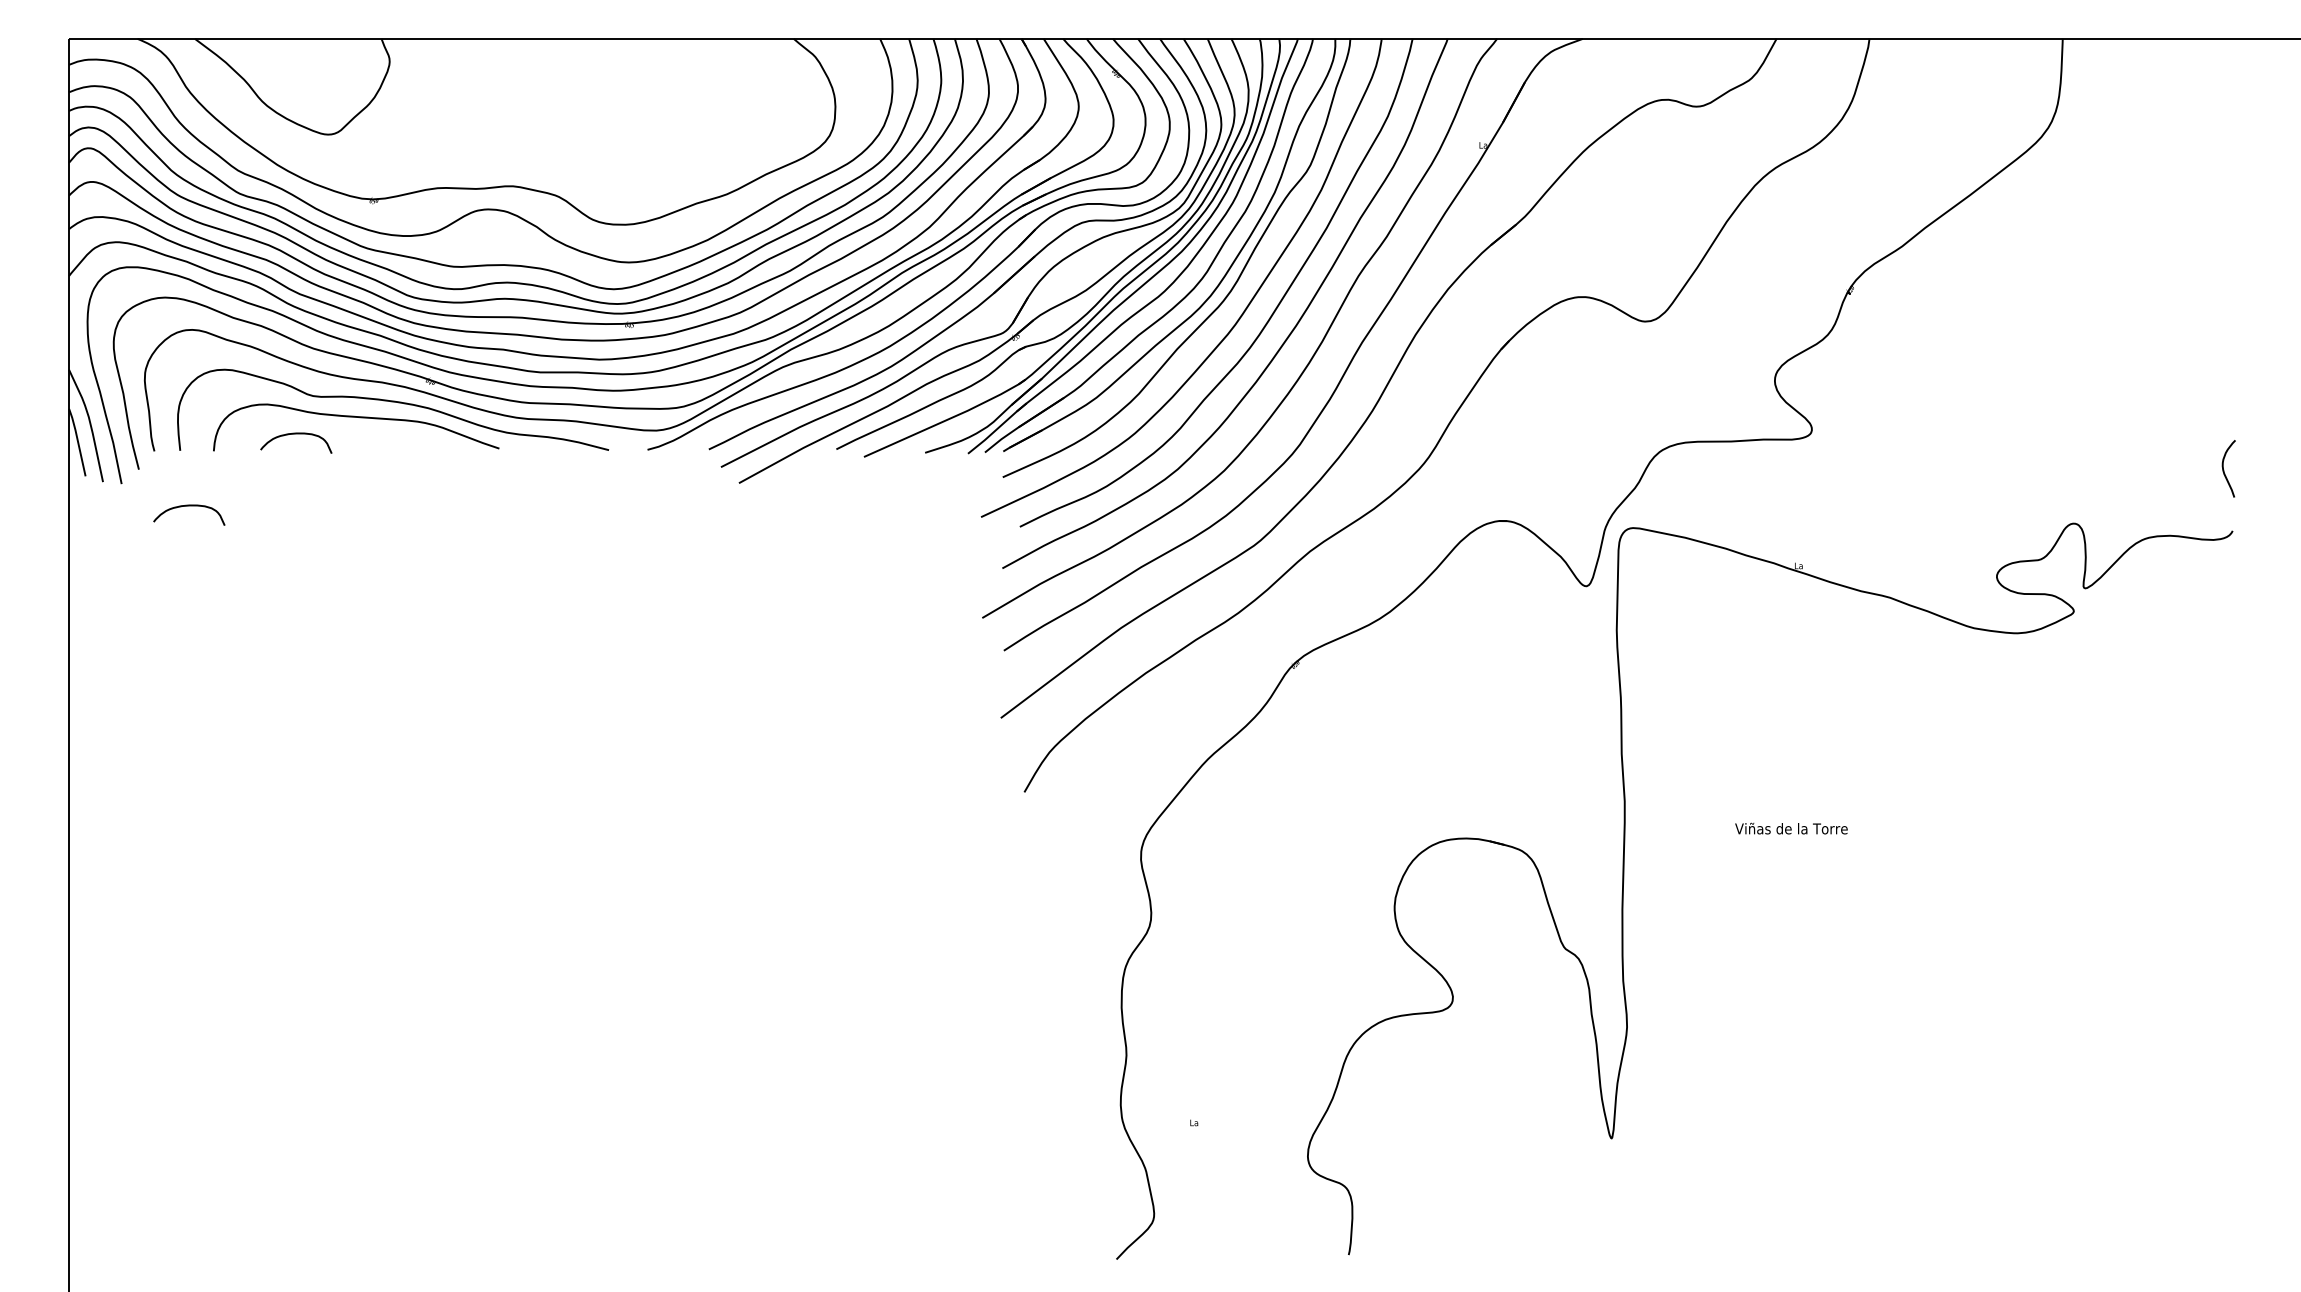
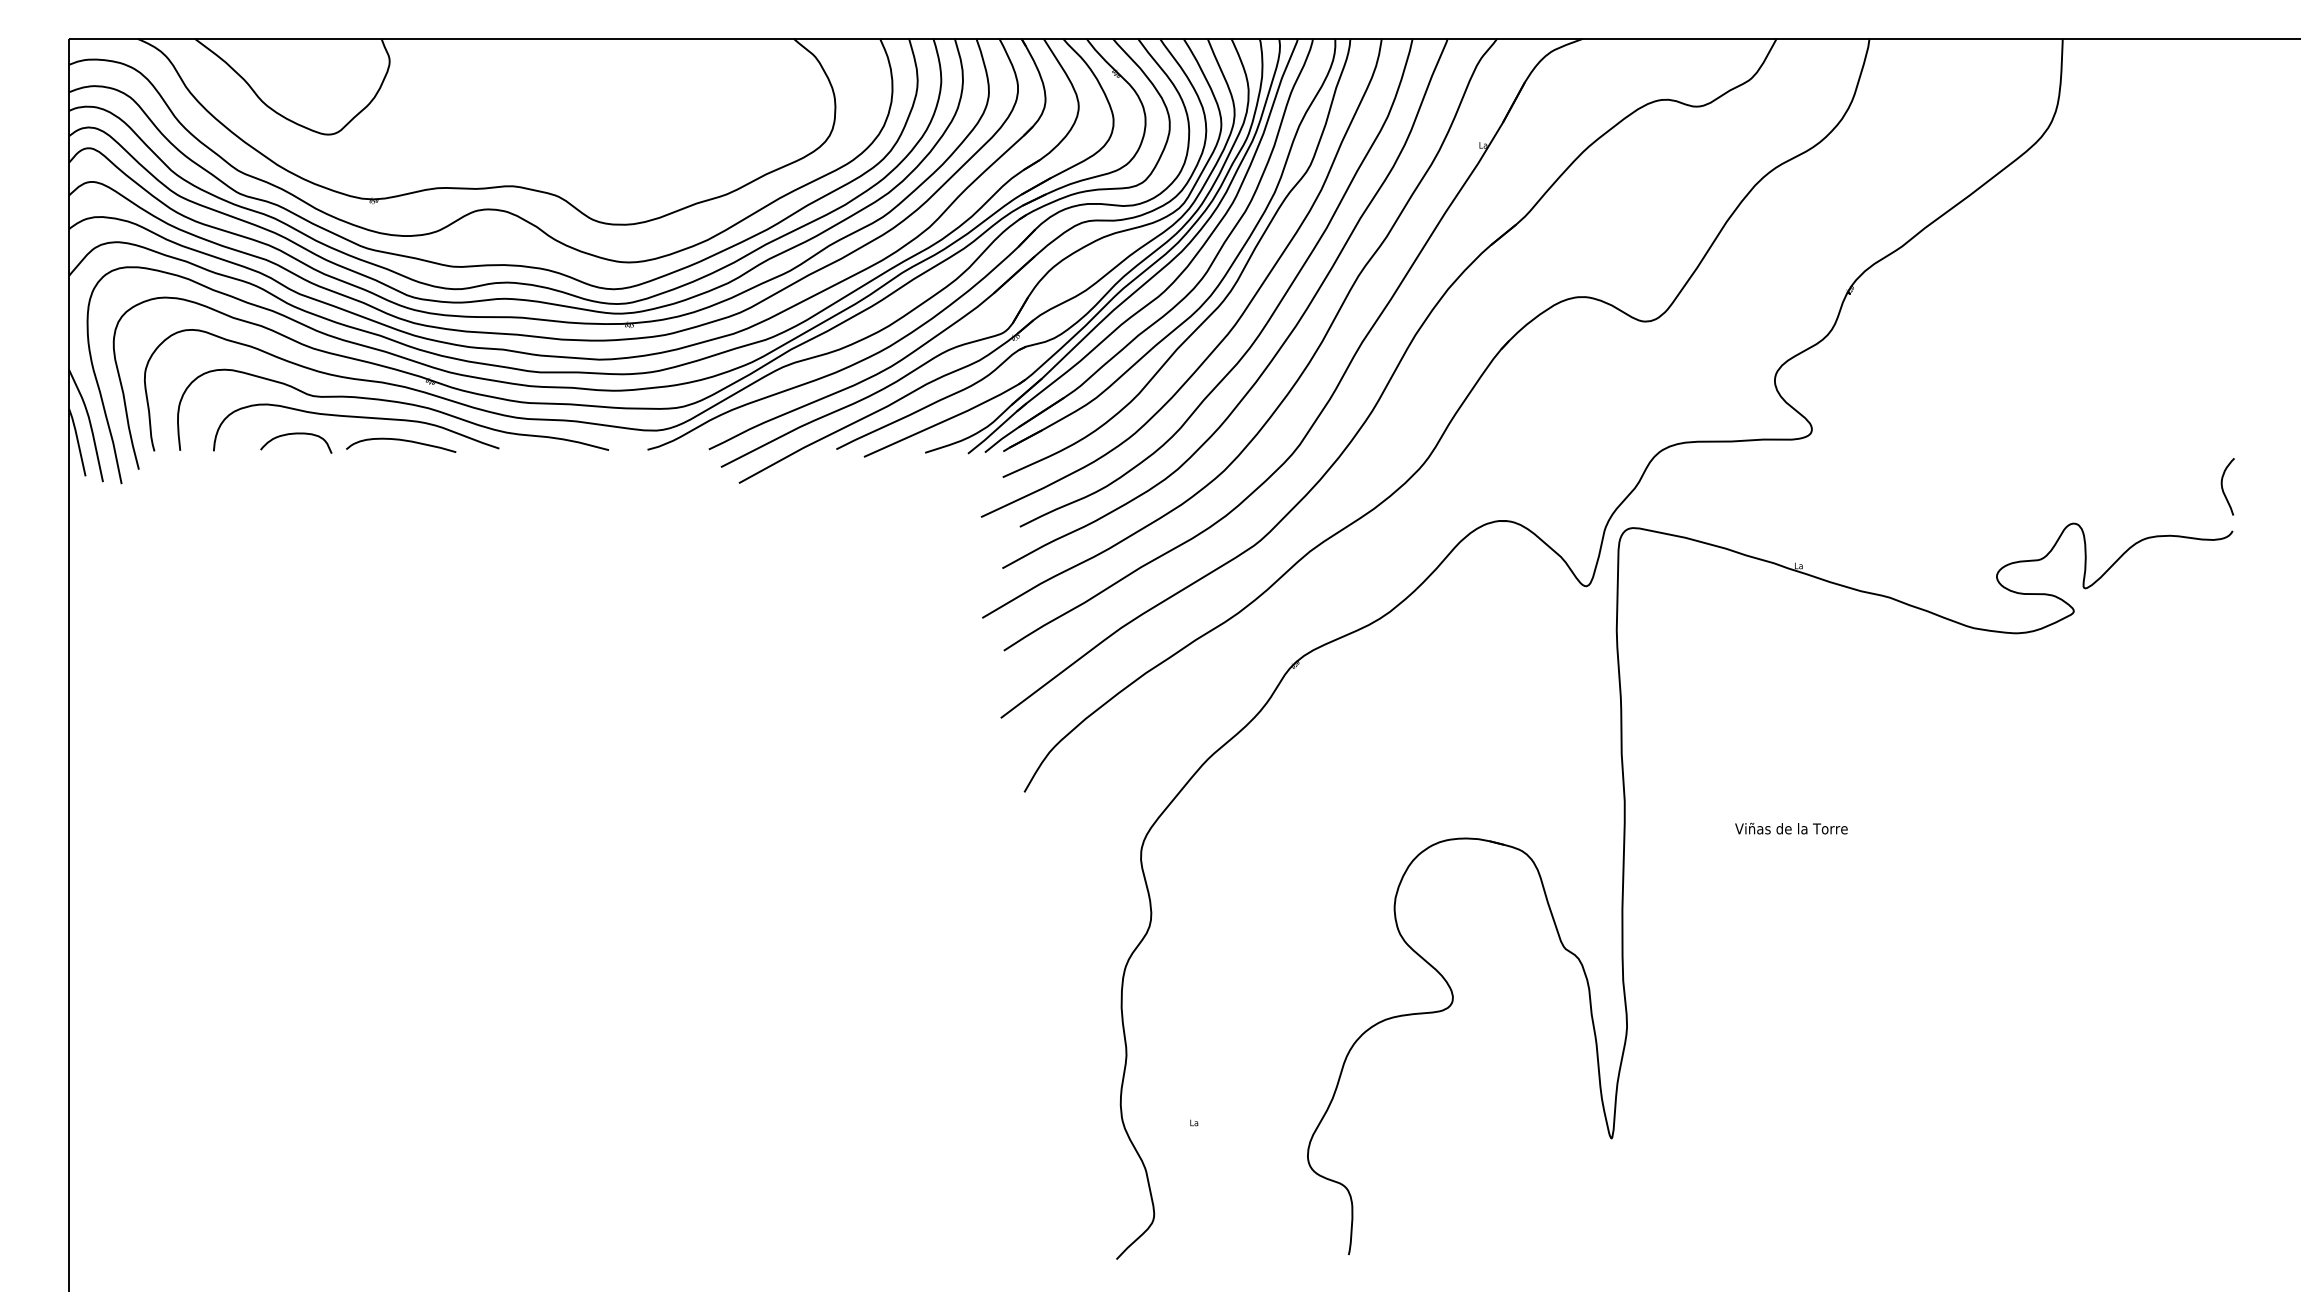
curve at (403, 441): none -> present
curve at (2224, 470) position: (2224, 470) -> (2223, 488)
curve at (189, 506): present -> none
